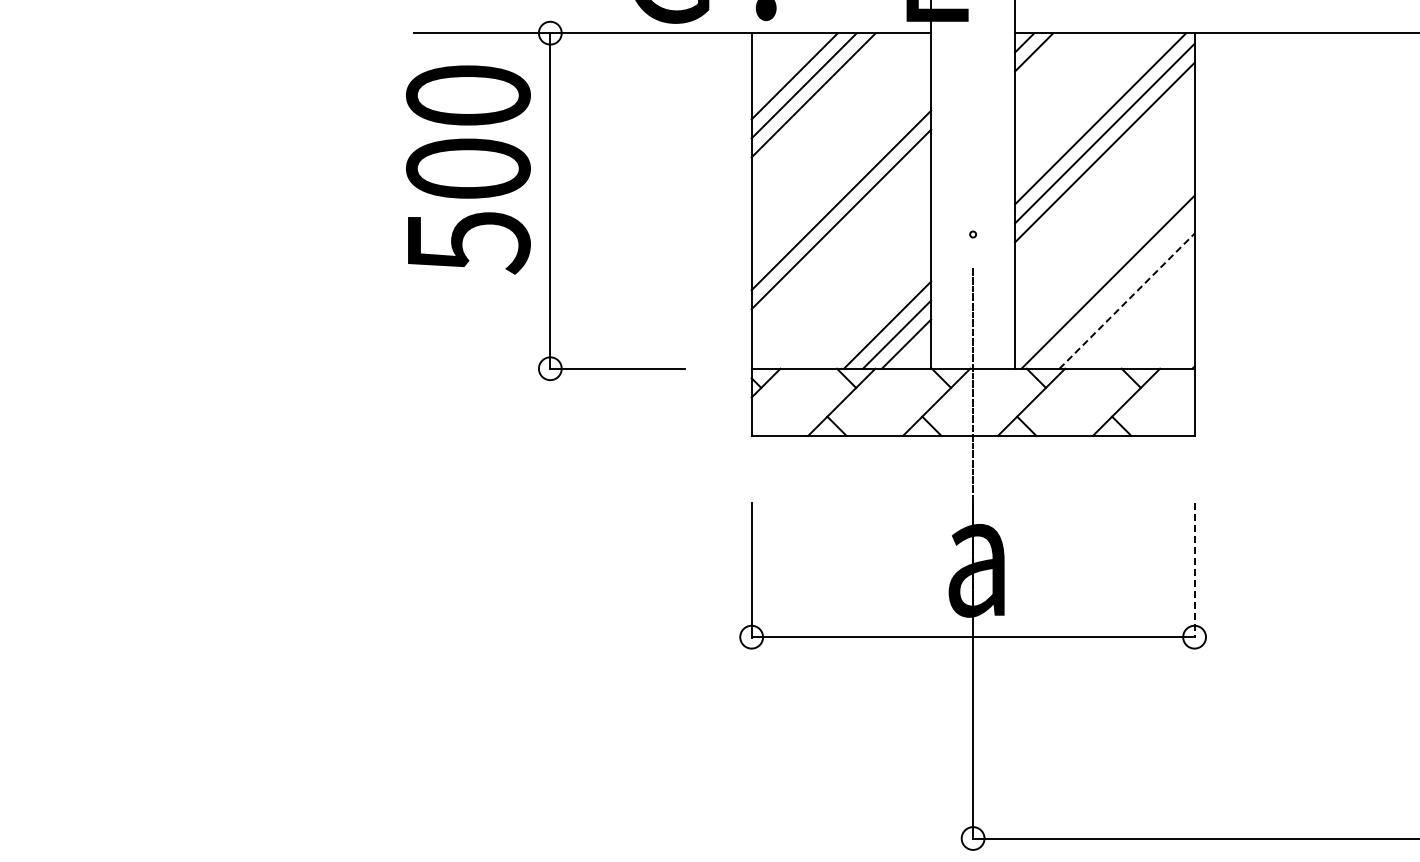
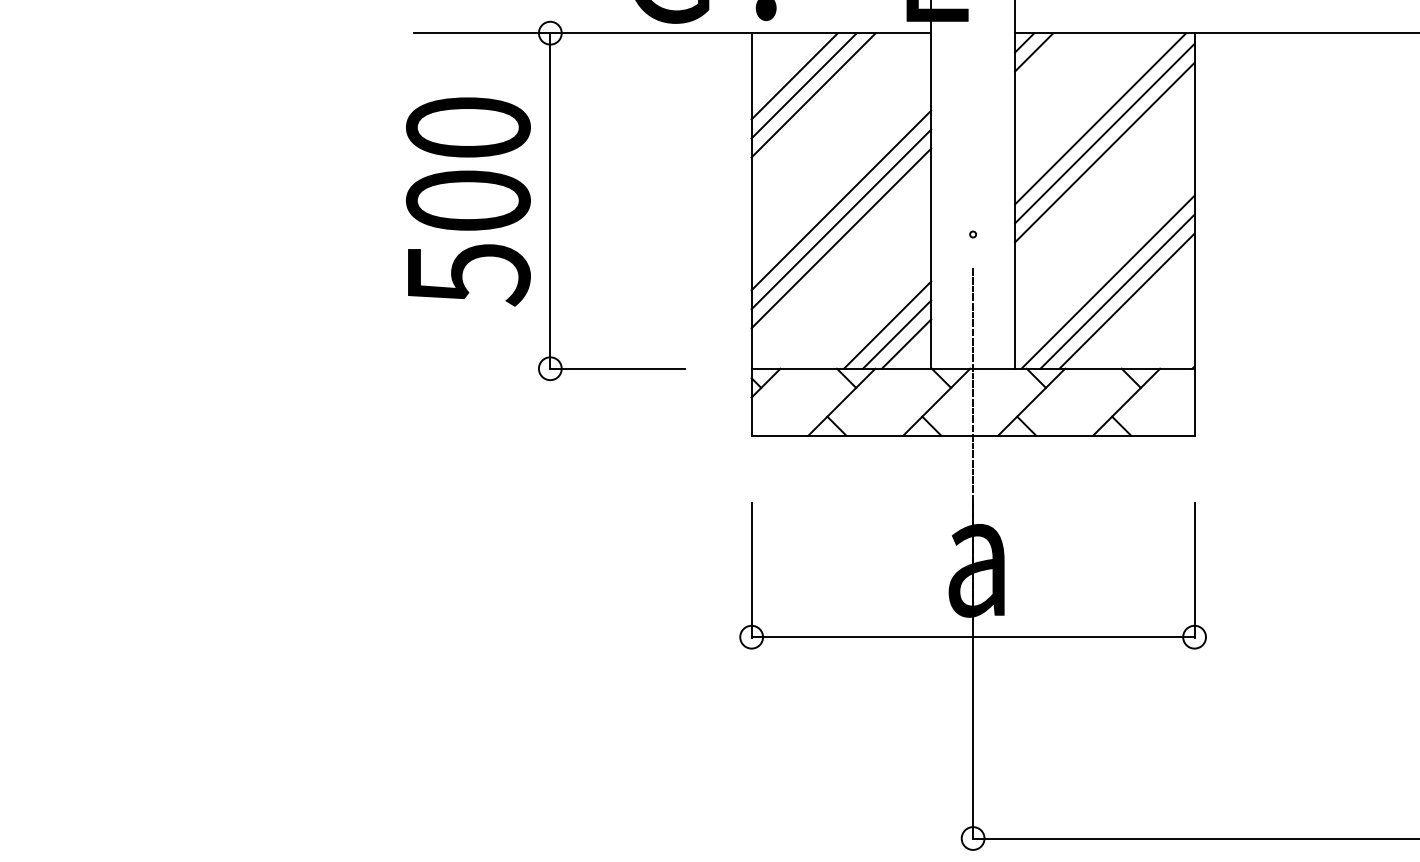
text at (468, 169) position: (468, 169) -> (468, 201)
line at (841, 238): none -> present
line at (1117, 291): none -> present
line at (1127, 301): dashed -> solid
line at (1194, 570): dashed -> solid
